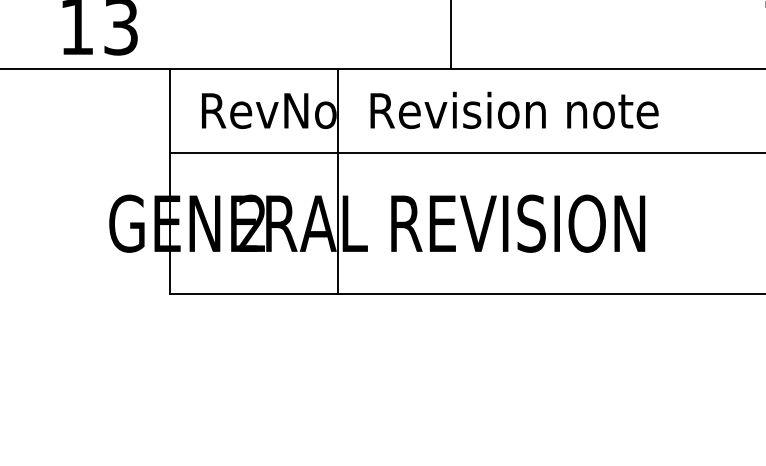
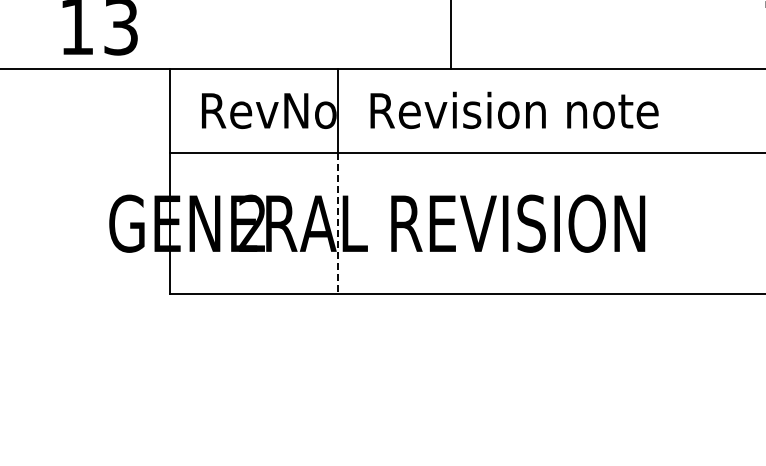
line at (338, 223): solid -> dashed
